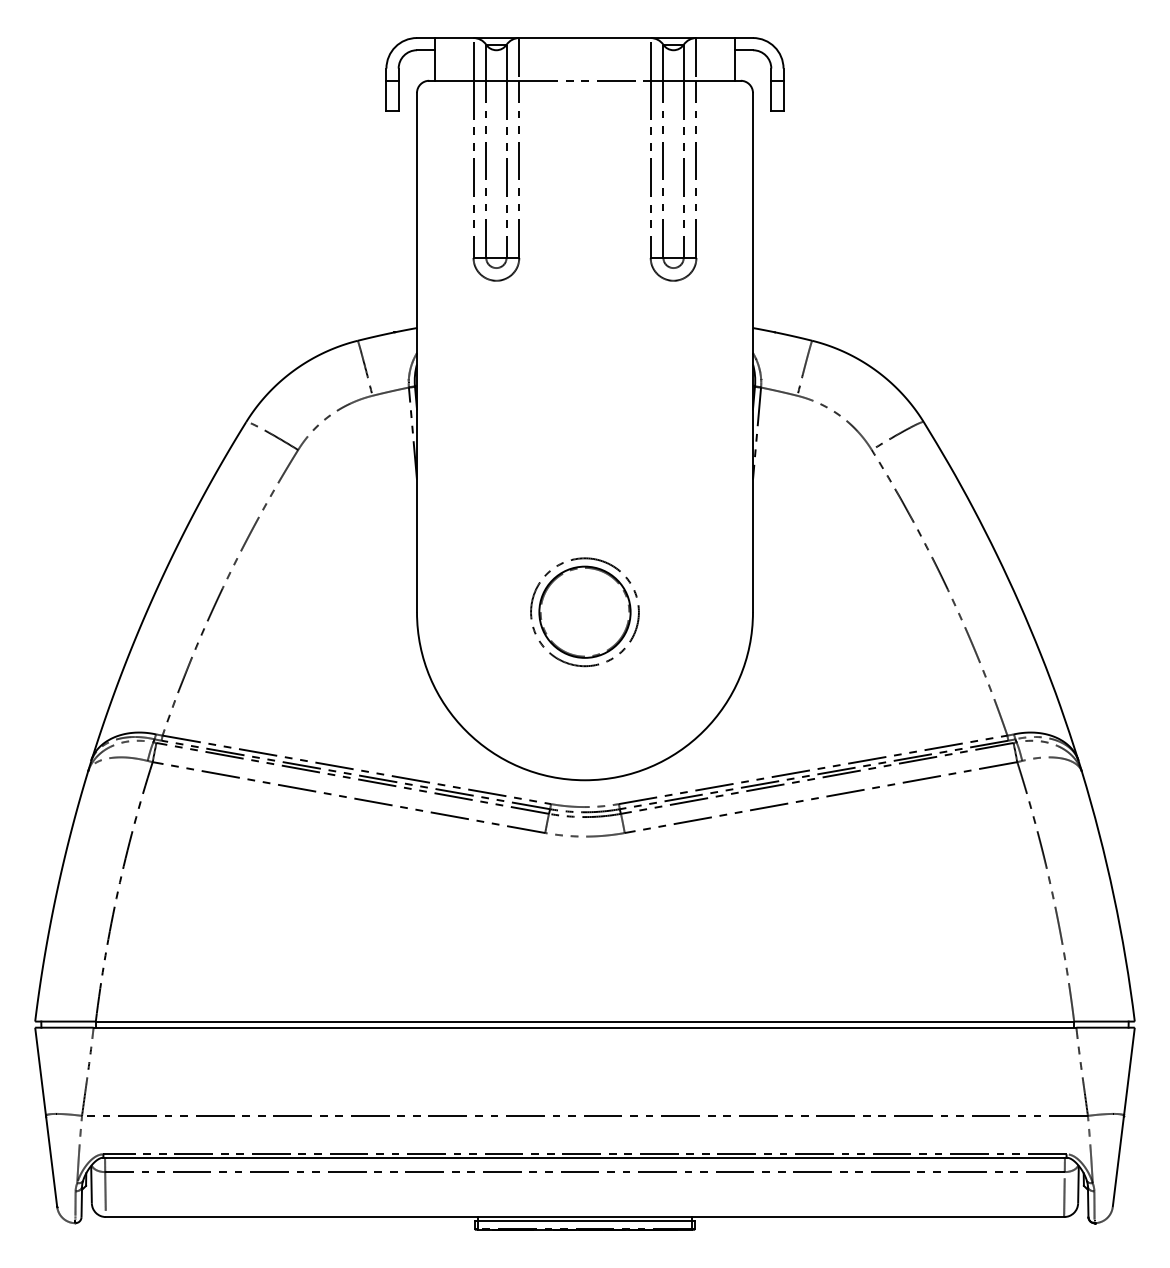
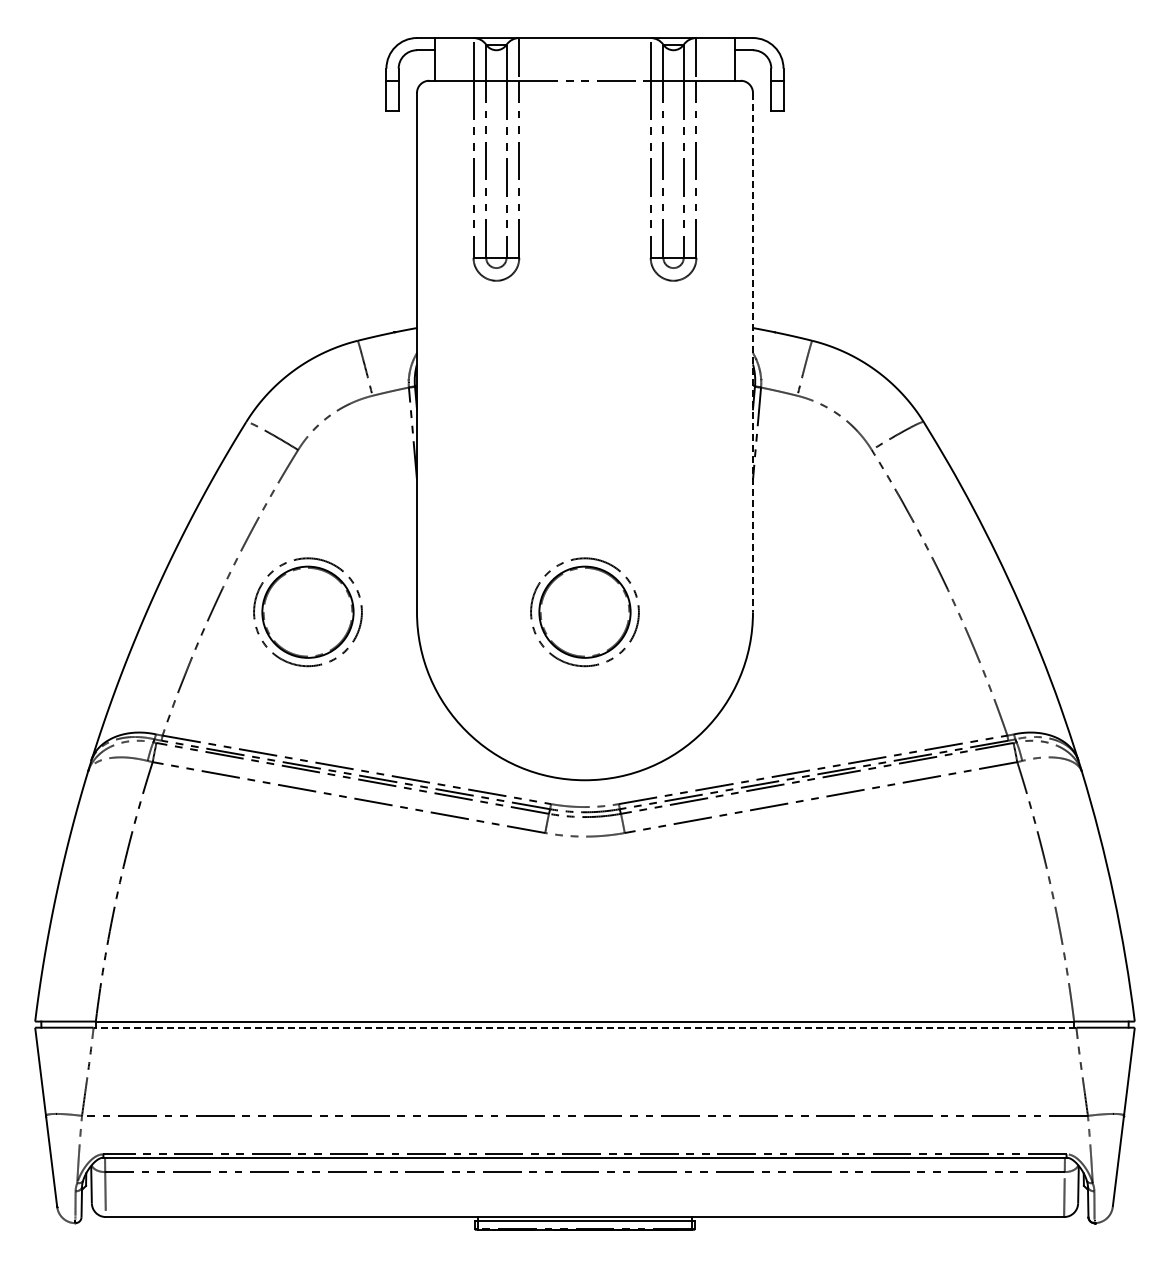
line at (752, 352): solid -> dashed
part at (307, 612): none -> present
line at (584, 1027): solid -> dashed
